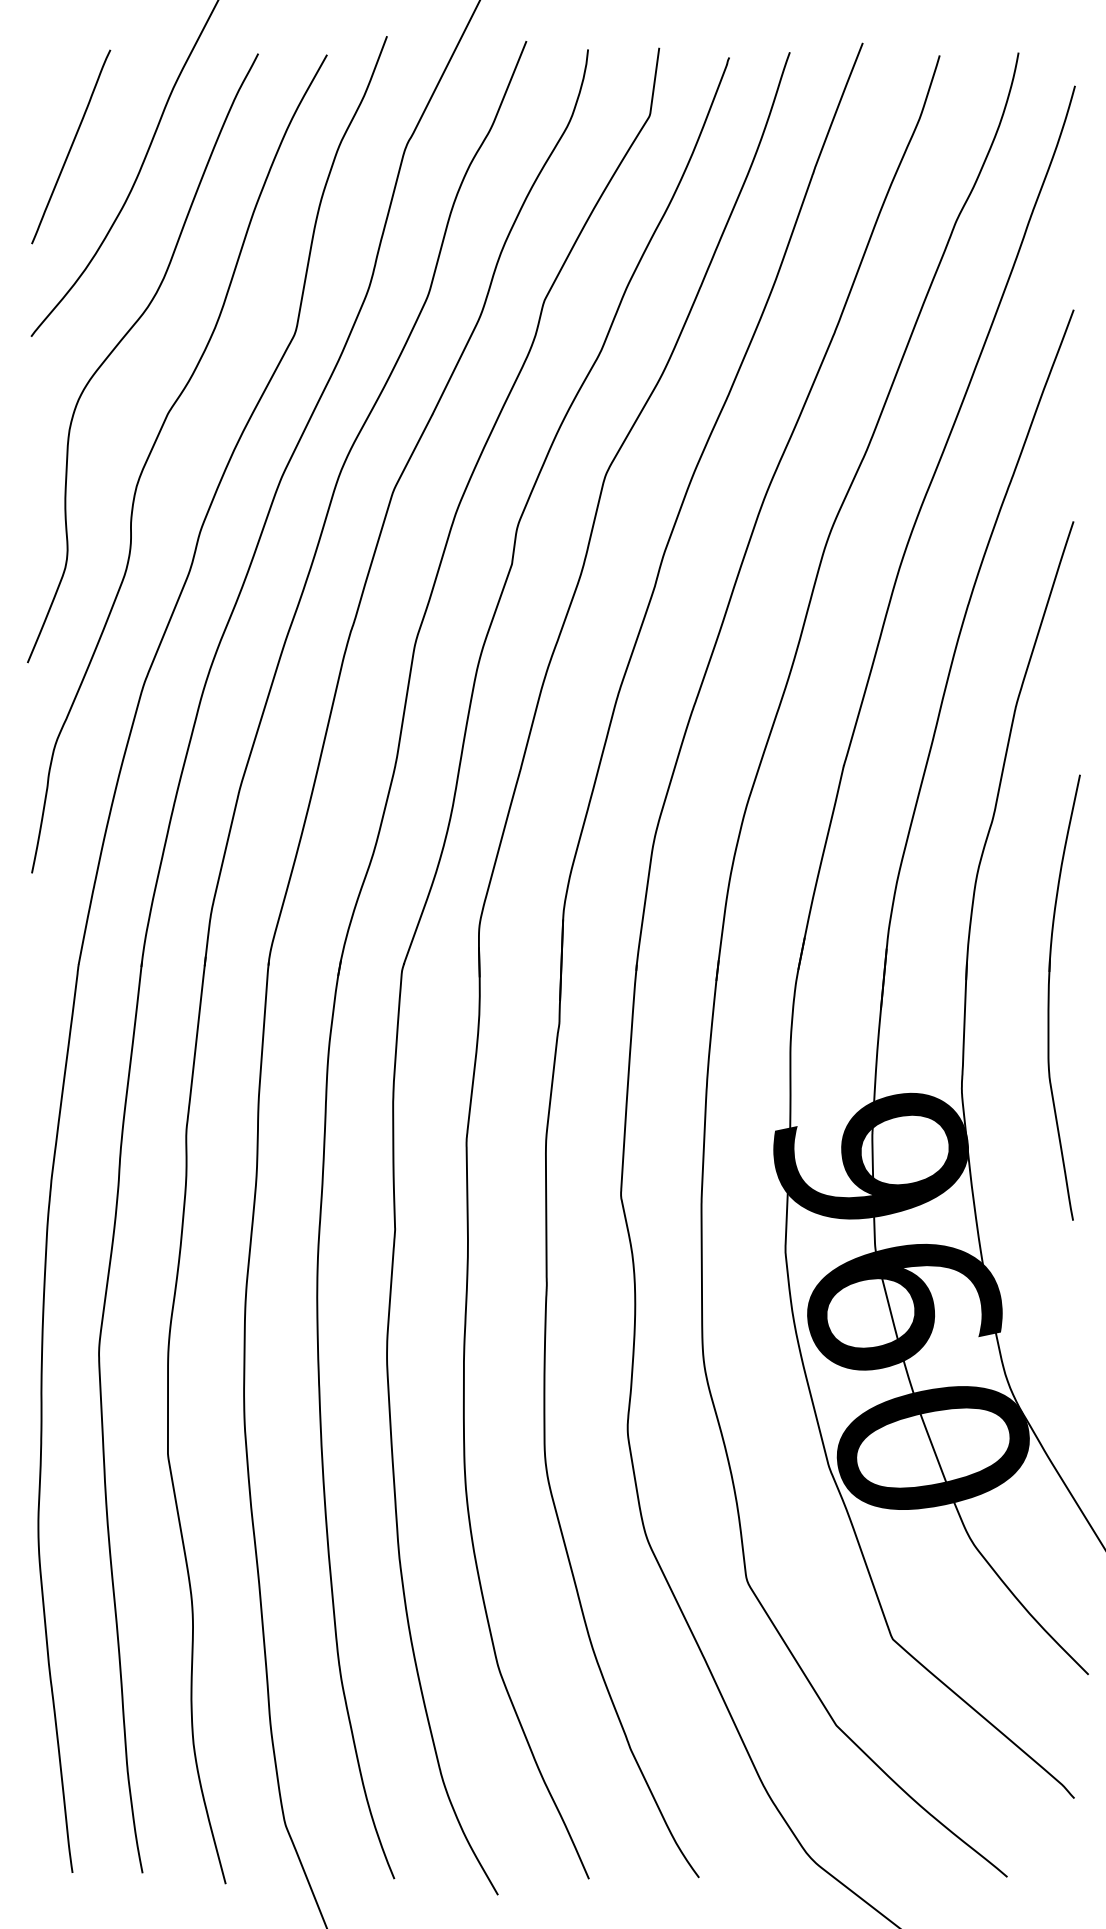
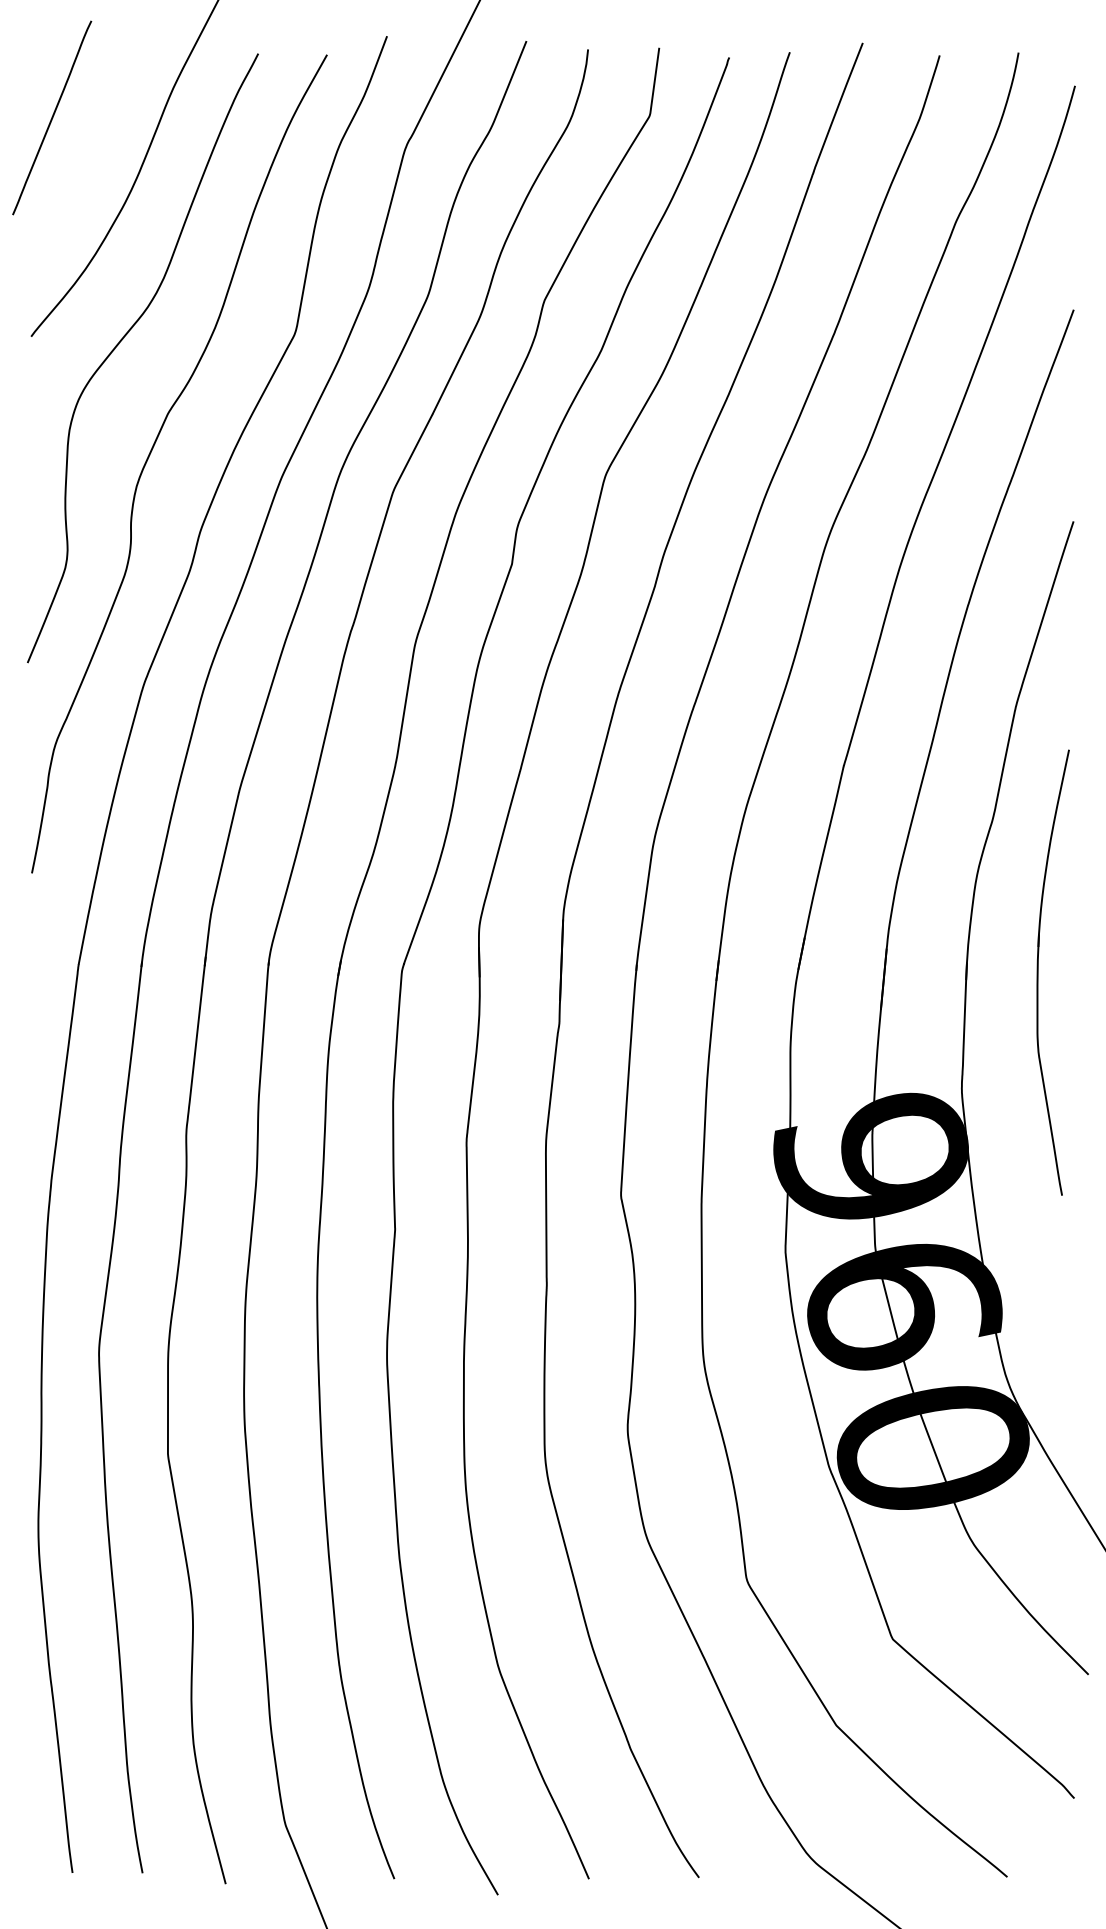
line at (71, 146) position: (71, 146) -> (52, 117)
part at (1049, 997) position: (1049, 997) -> (1038, 972)
